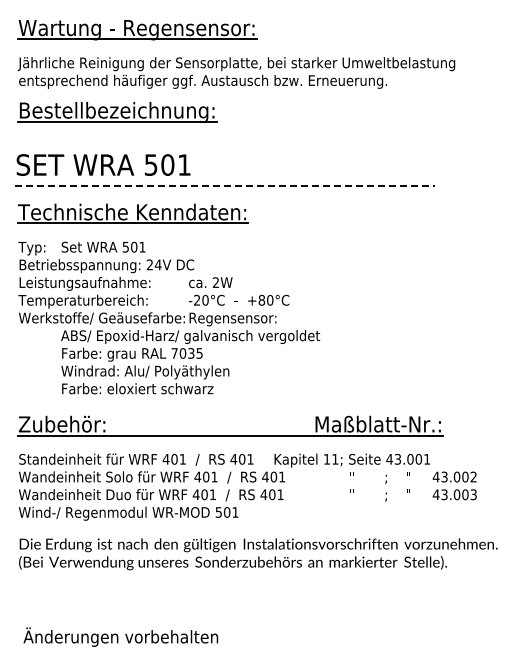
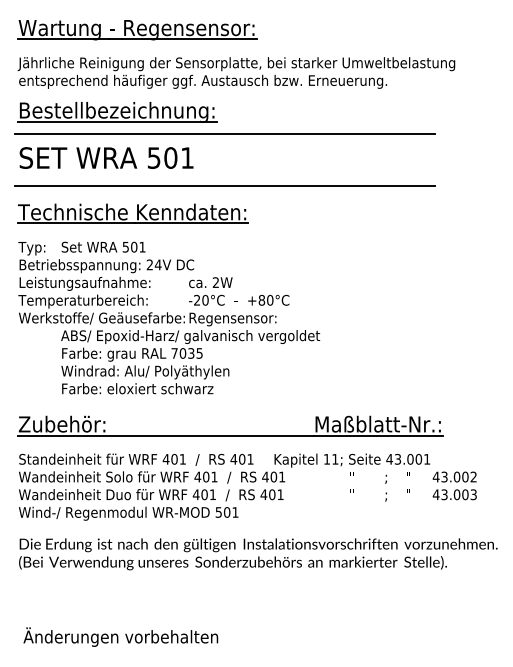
line at (225, 134): none -> present
text at (103, 164) position: (103, 164) -> (106, 157)
line at (225, 185): dashed -> solid
